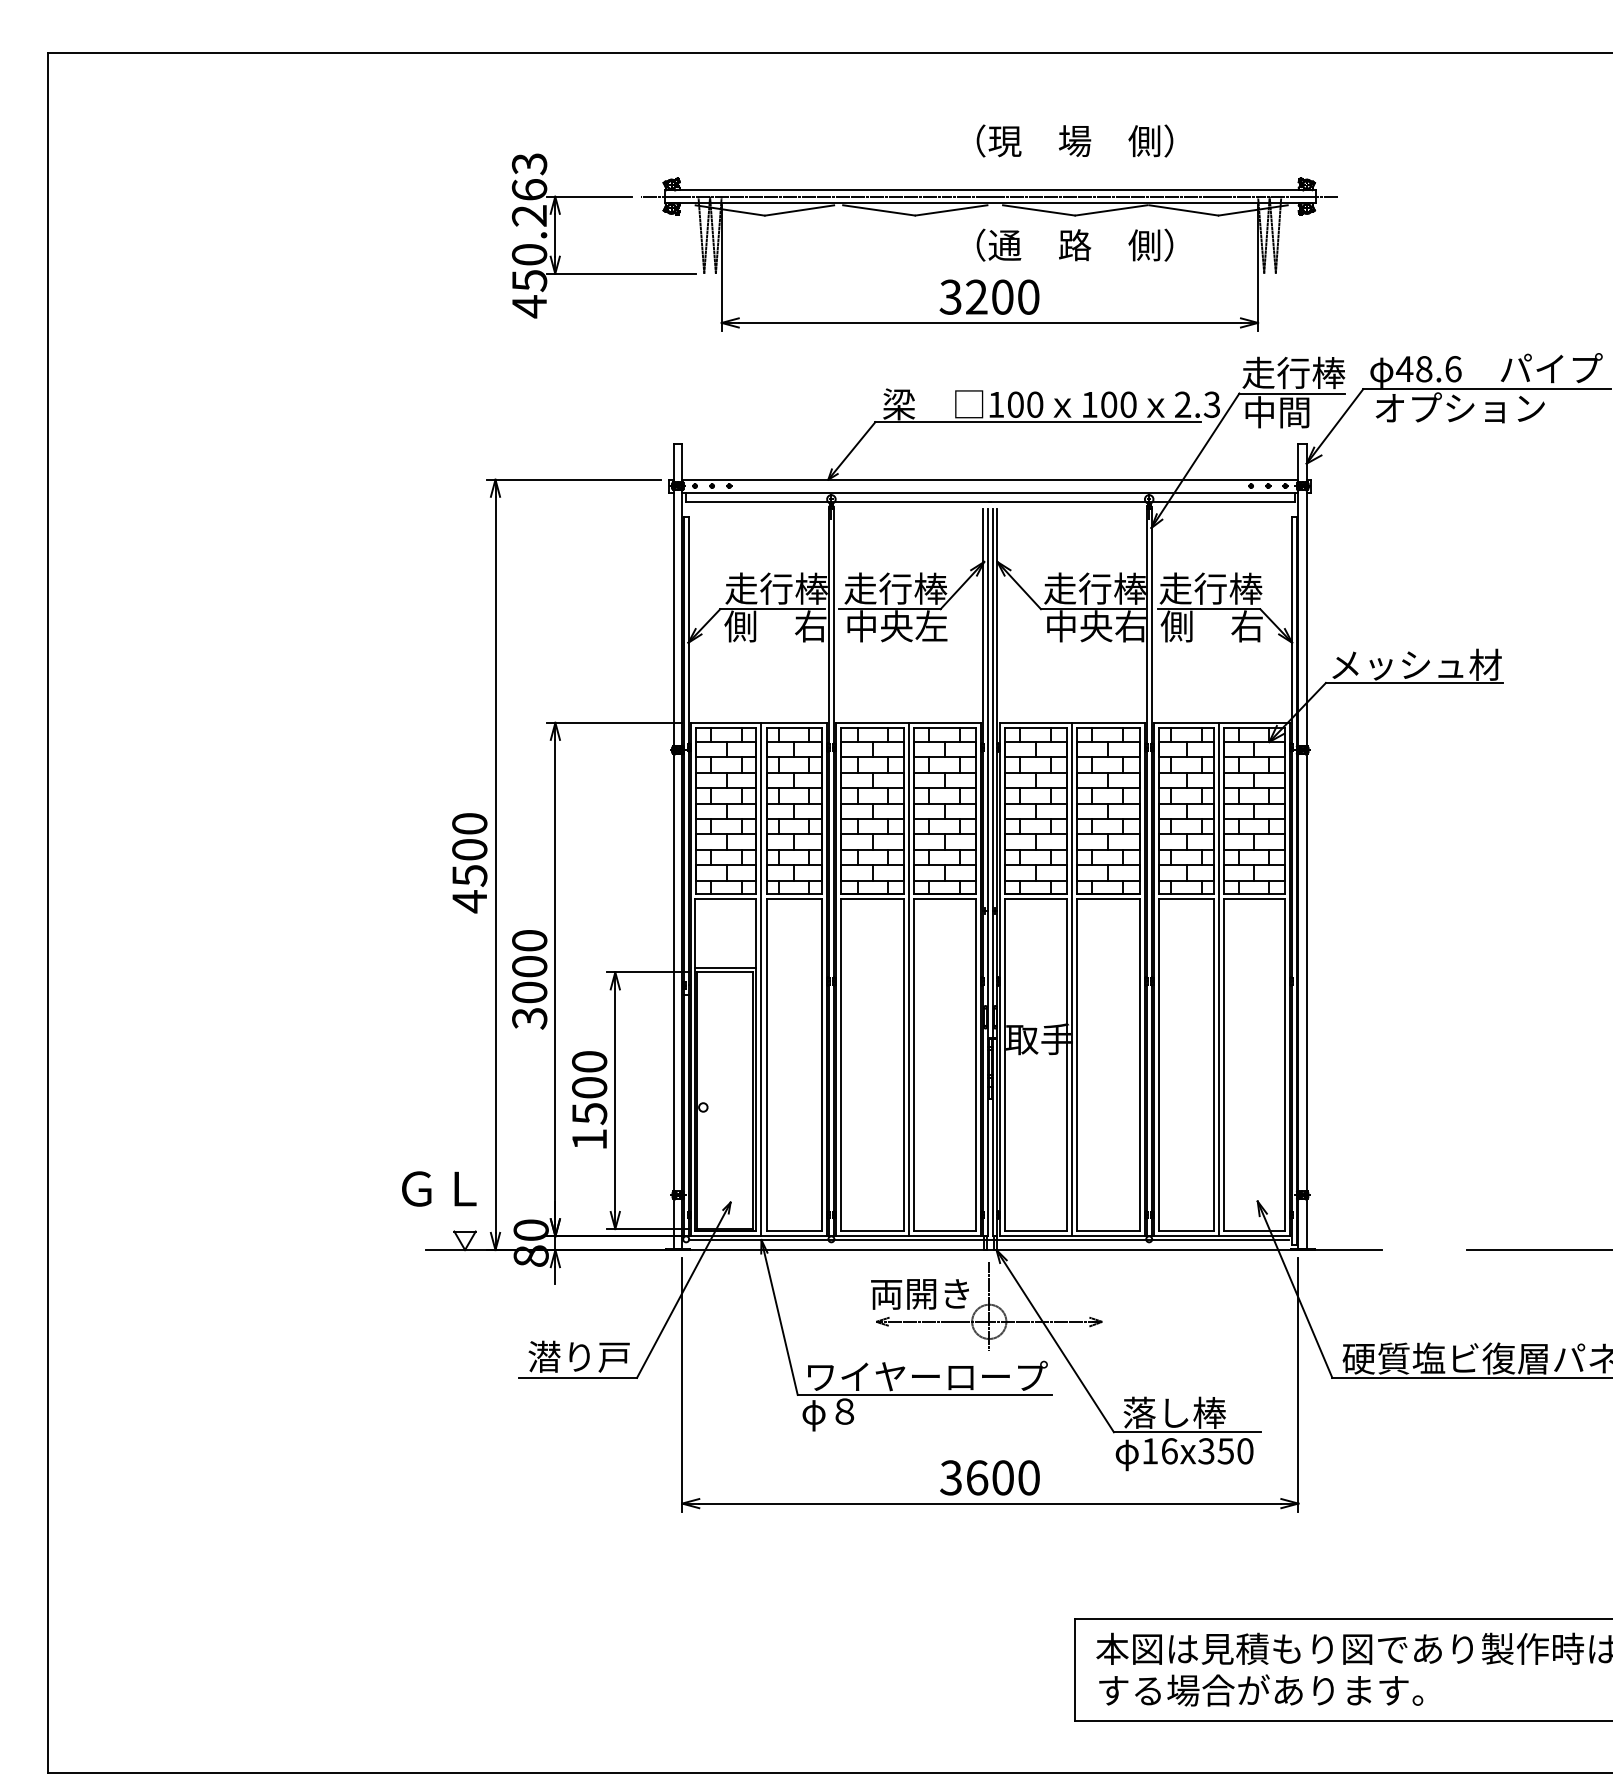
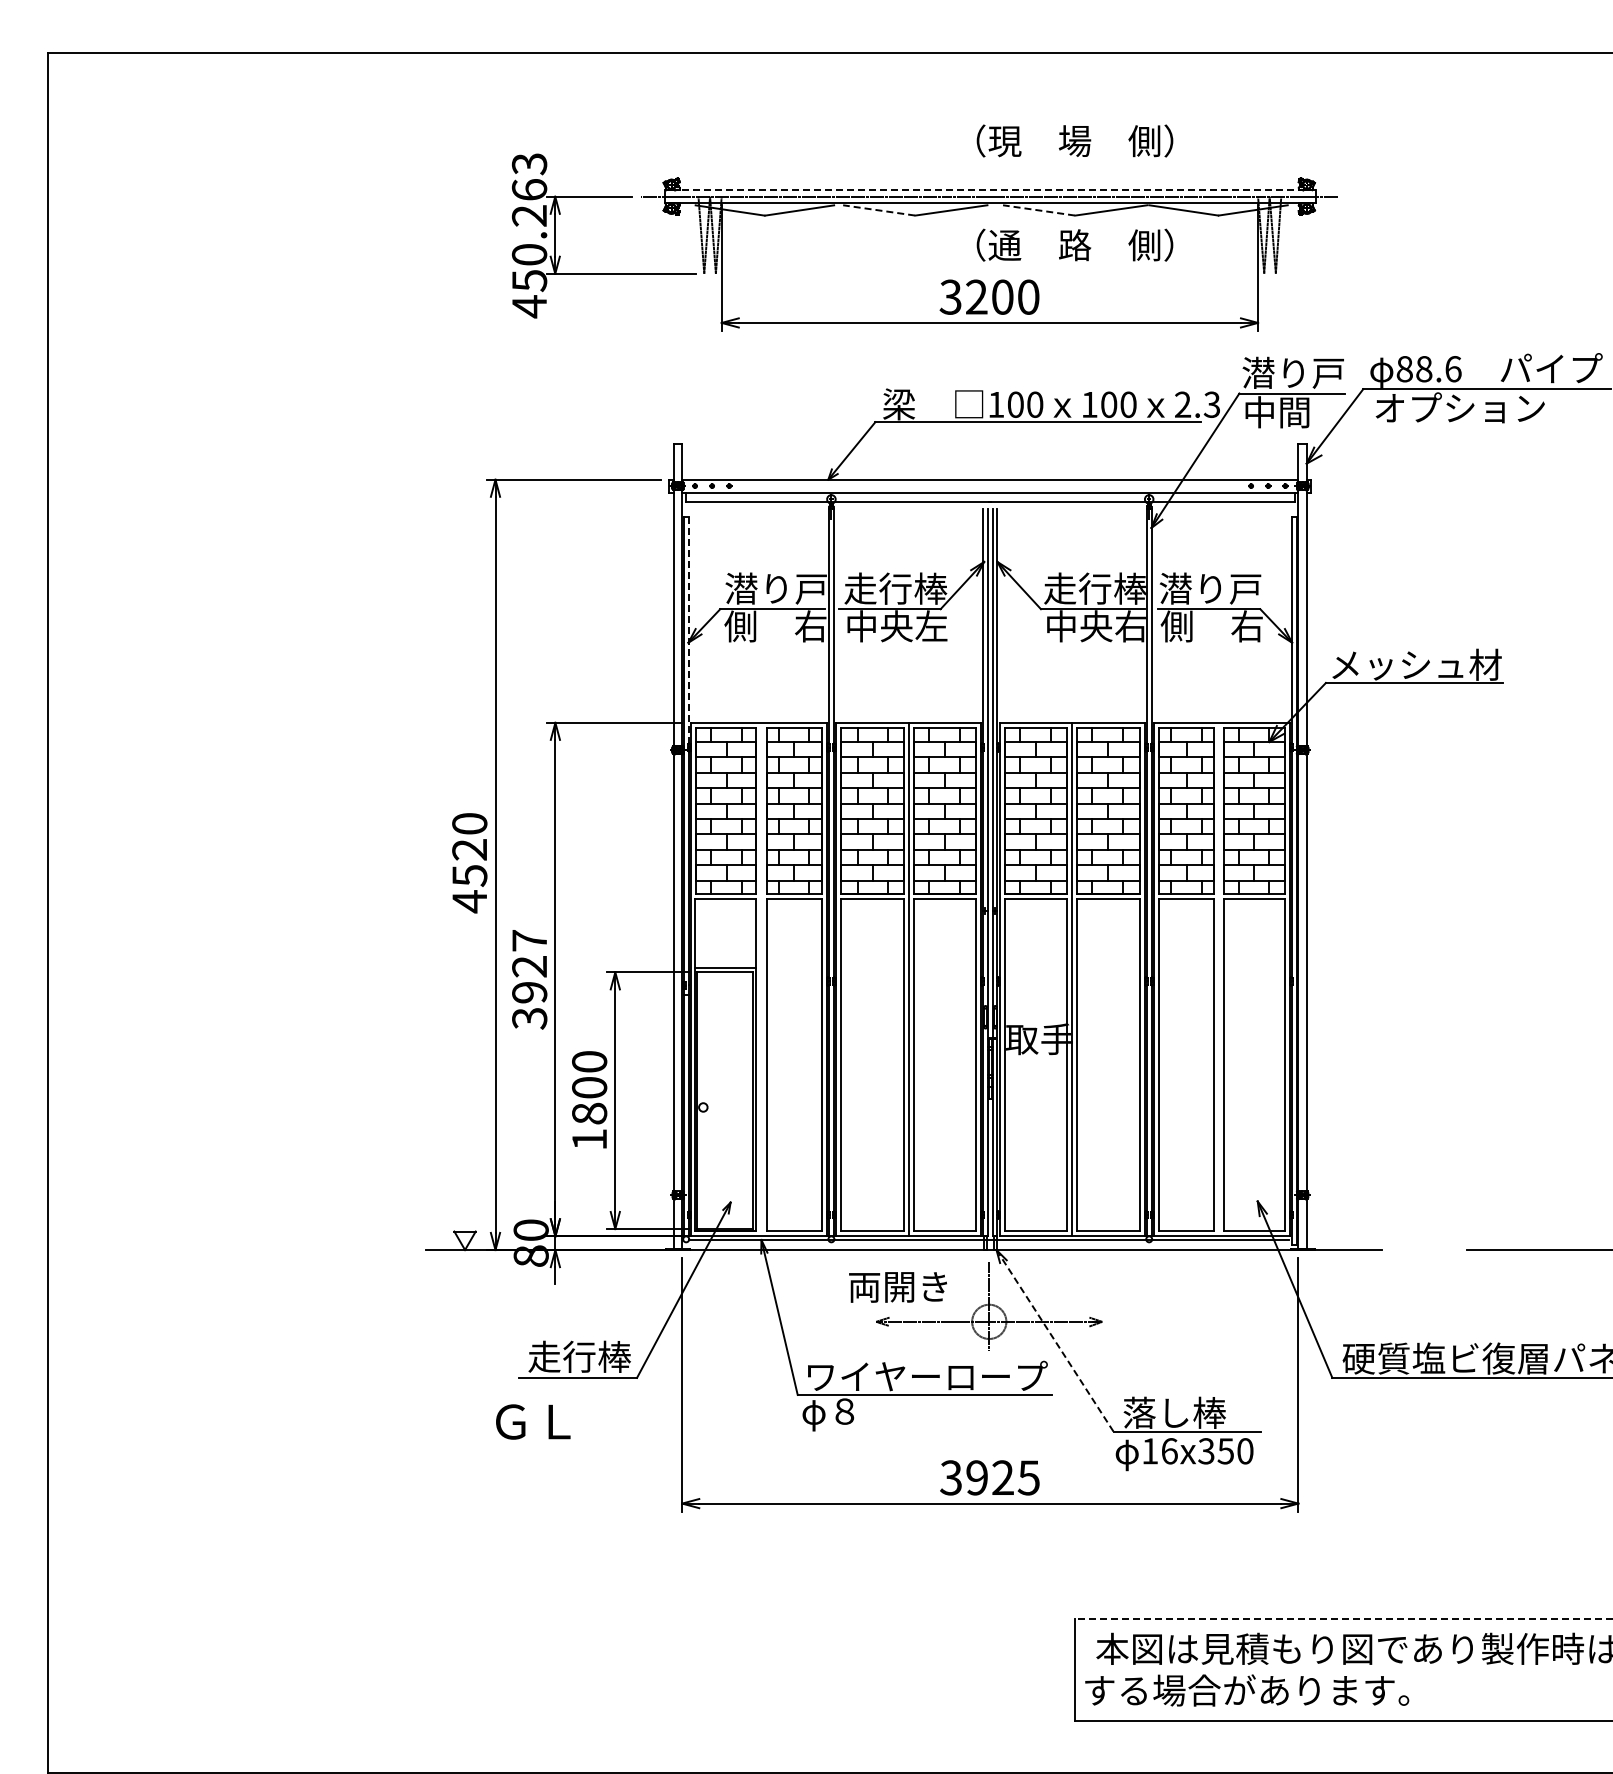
line at (989, 190): solid -> dashed
line at (878, 210): solid -> dashed
line at (1038, 210): solid -> dashed
text at (1404, 369): 48.6 -> 88.6
text at (1293, 372): 走行棒 -> 潜り戸
text at (776, 588): 走行棒 -> 潜り戸
text at (1210, 588): 走行棒 -> 潜り戸
line at (688, 630): solid -> dashed
text at (469, 849): 4500 -> 4520
text at (529, 966): 3000 -> 3927
line at (761, 979): present -> none
line at (1219, 979): present -> none
text at (589, 1113): 1500 -> 1800
text at (439, 1188) position: (439, 1188) -> (533, 1421)
text at (919, 1294) position: (919, 1294) -> (897, 1287)
line at (1055, 1341): solid -> dashed
text at (579, 1356): 潜り戸 -> 走行棒
text at (1002, 1477): 3600 -> 3925
line at (1343, 1619): solid -> dashed
text at (1261, 1690) position: (1261, 1690) -> (1247, 1690)
